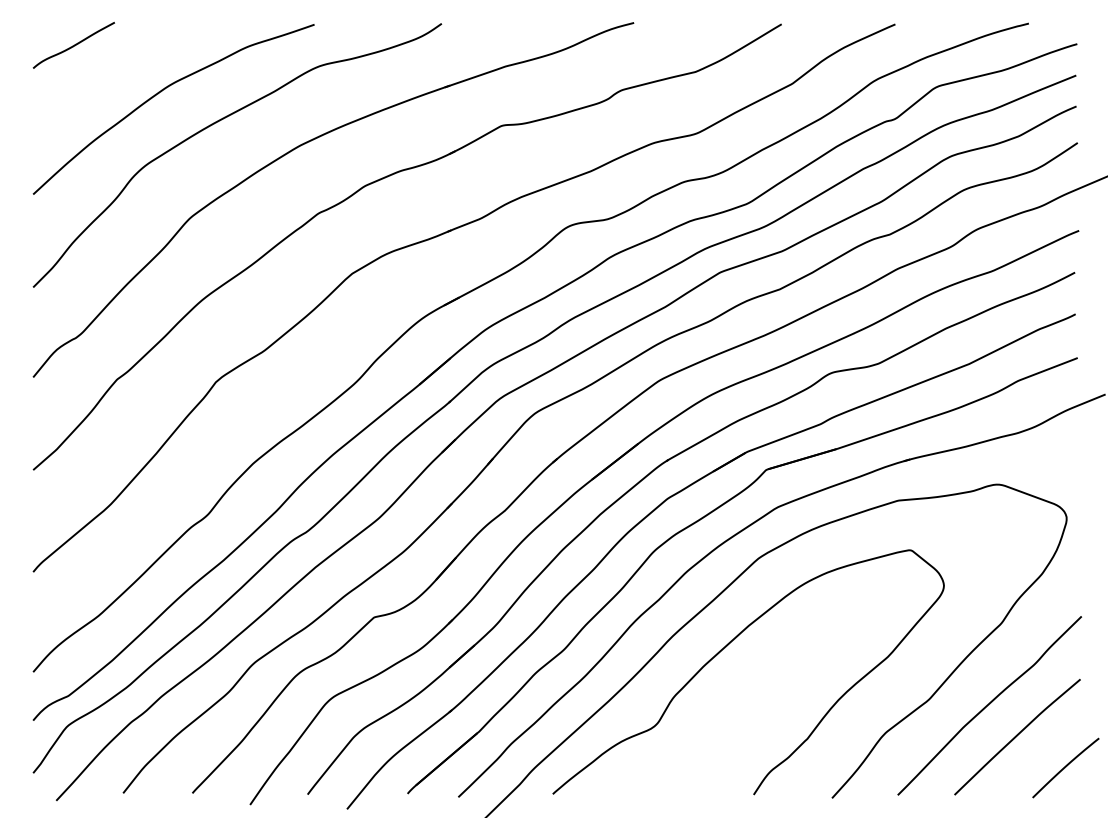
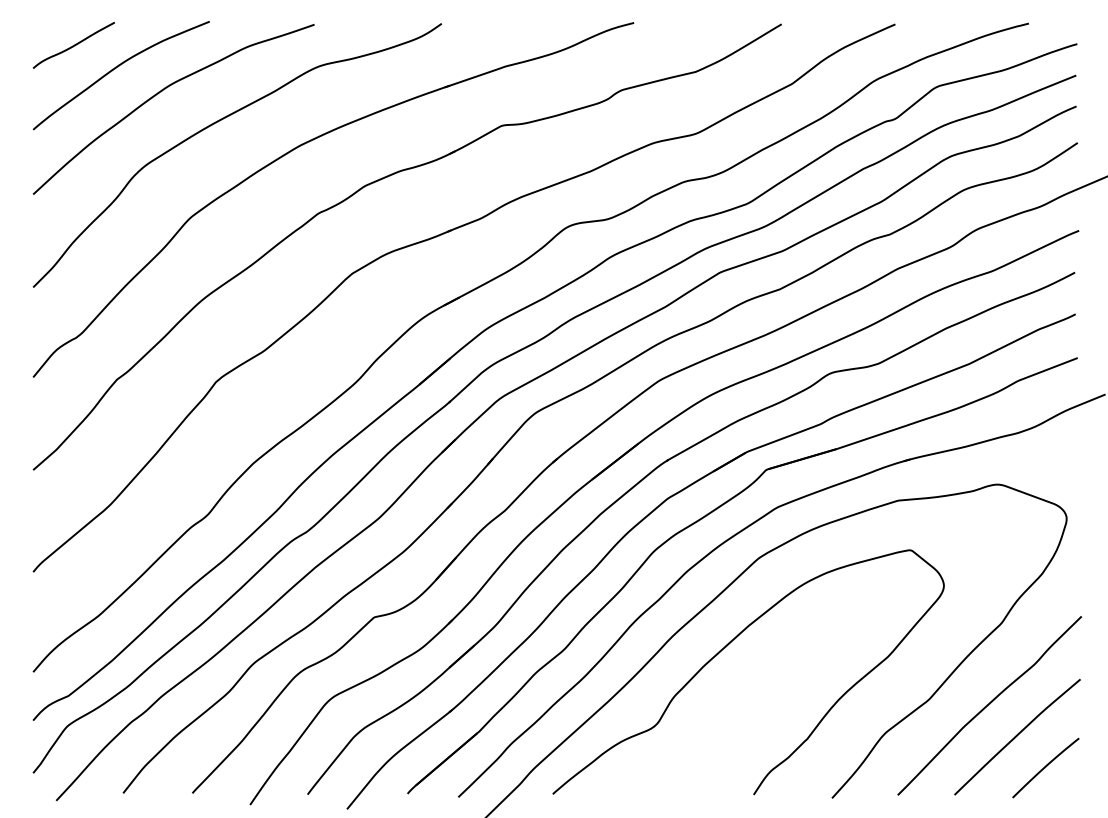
curve at (115, 69): none -> present
curve at (1065, 767) position: (1065, 767) -> (1045, 767)
